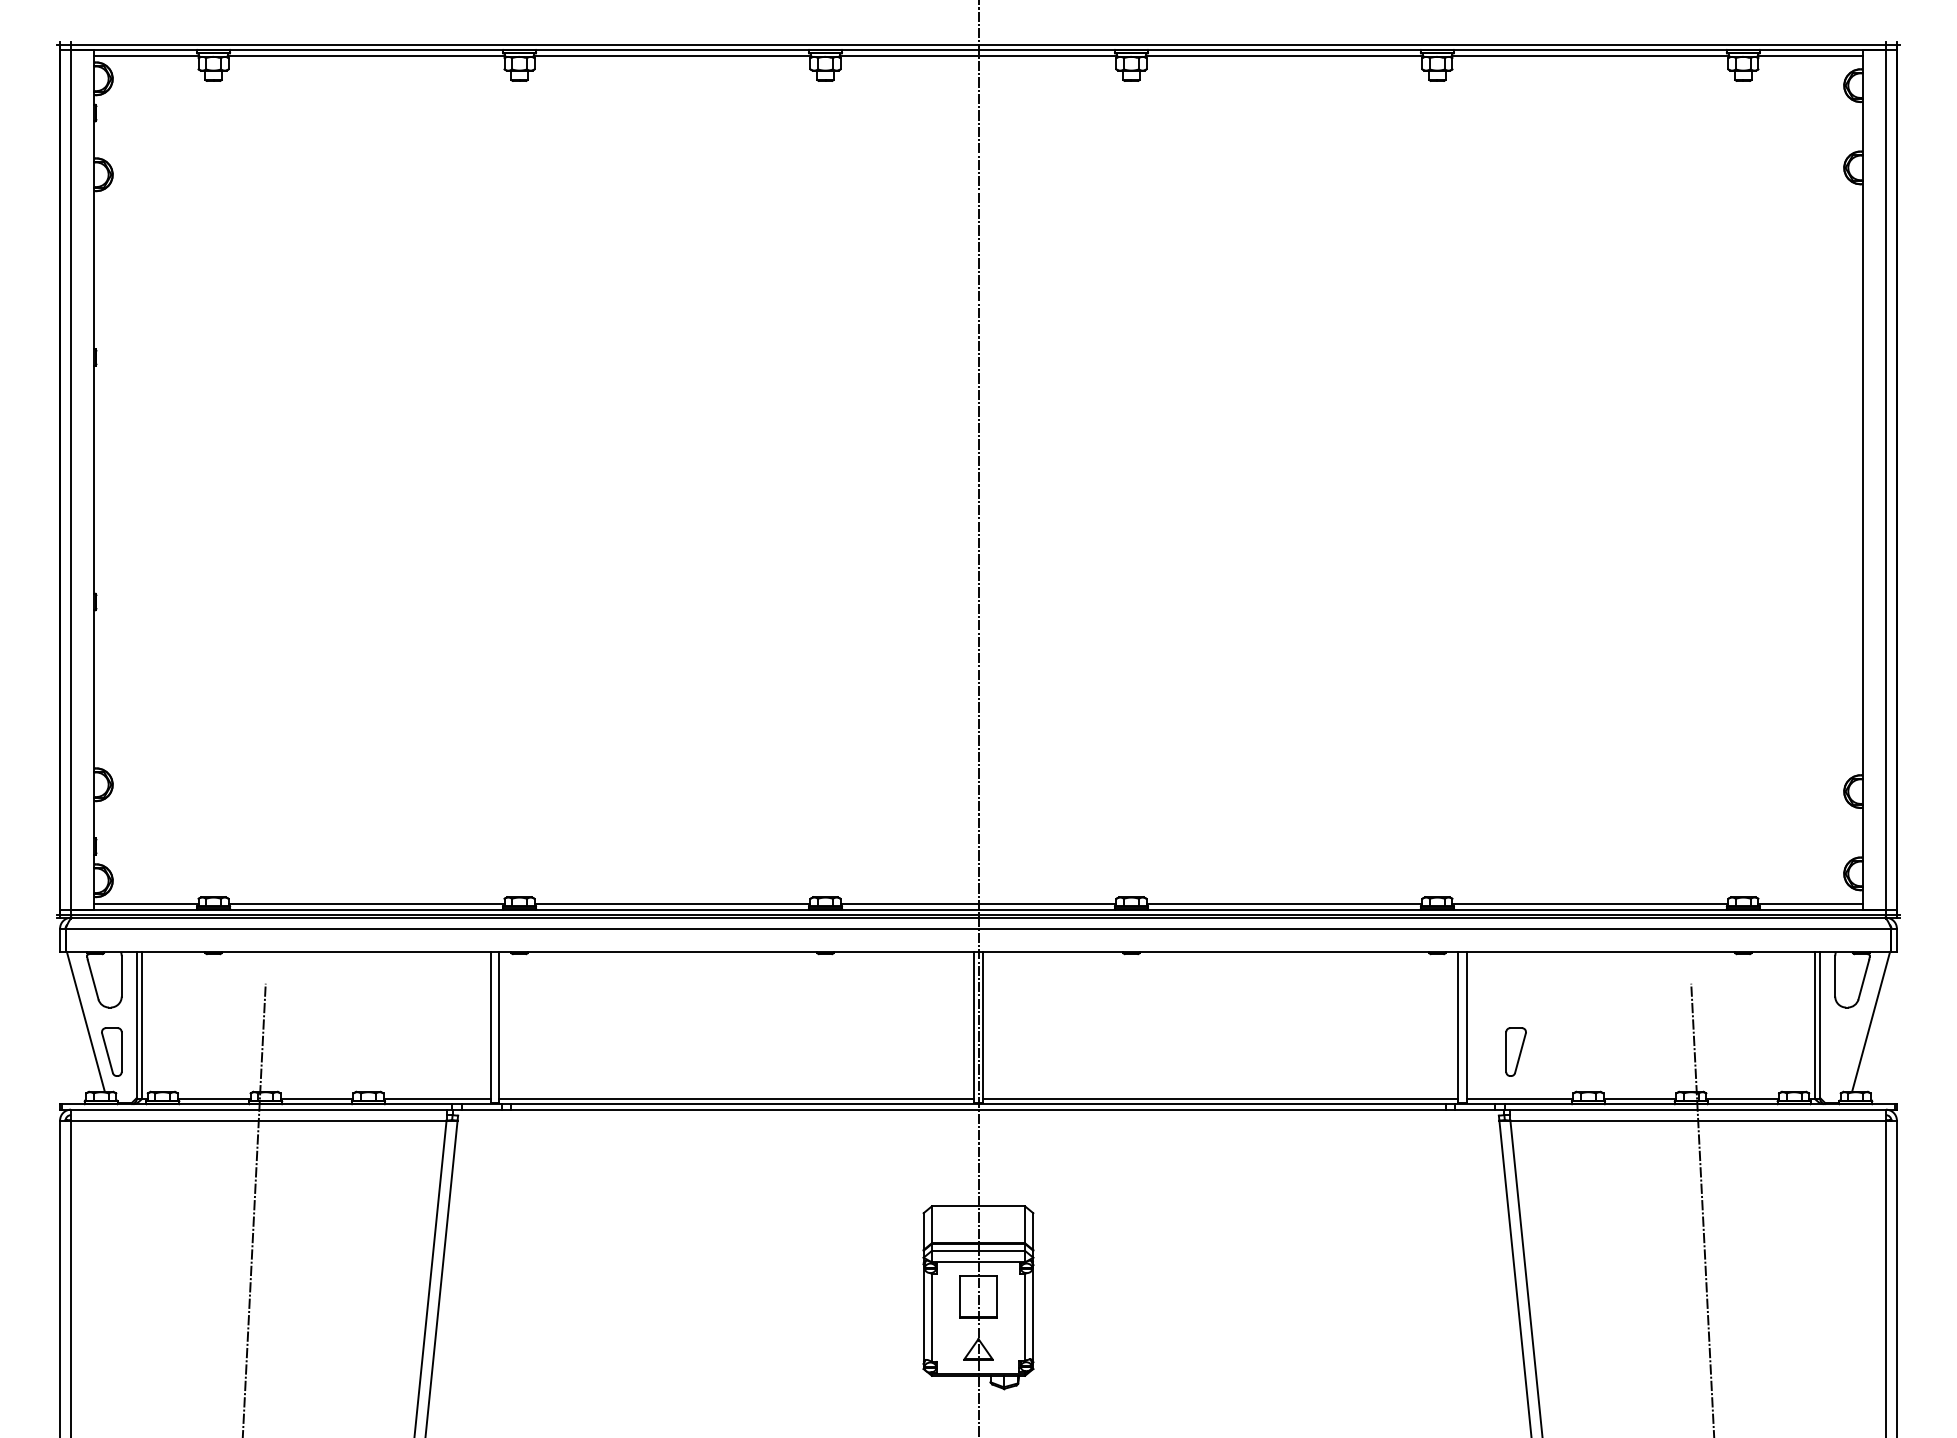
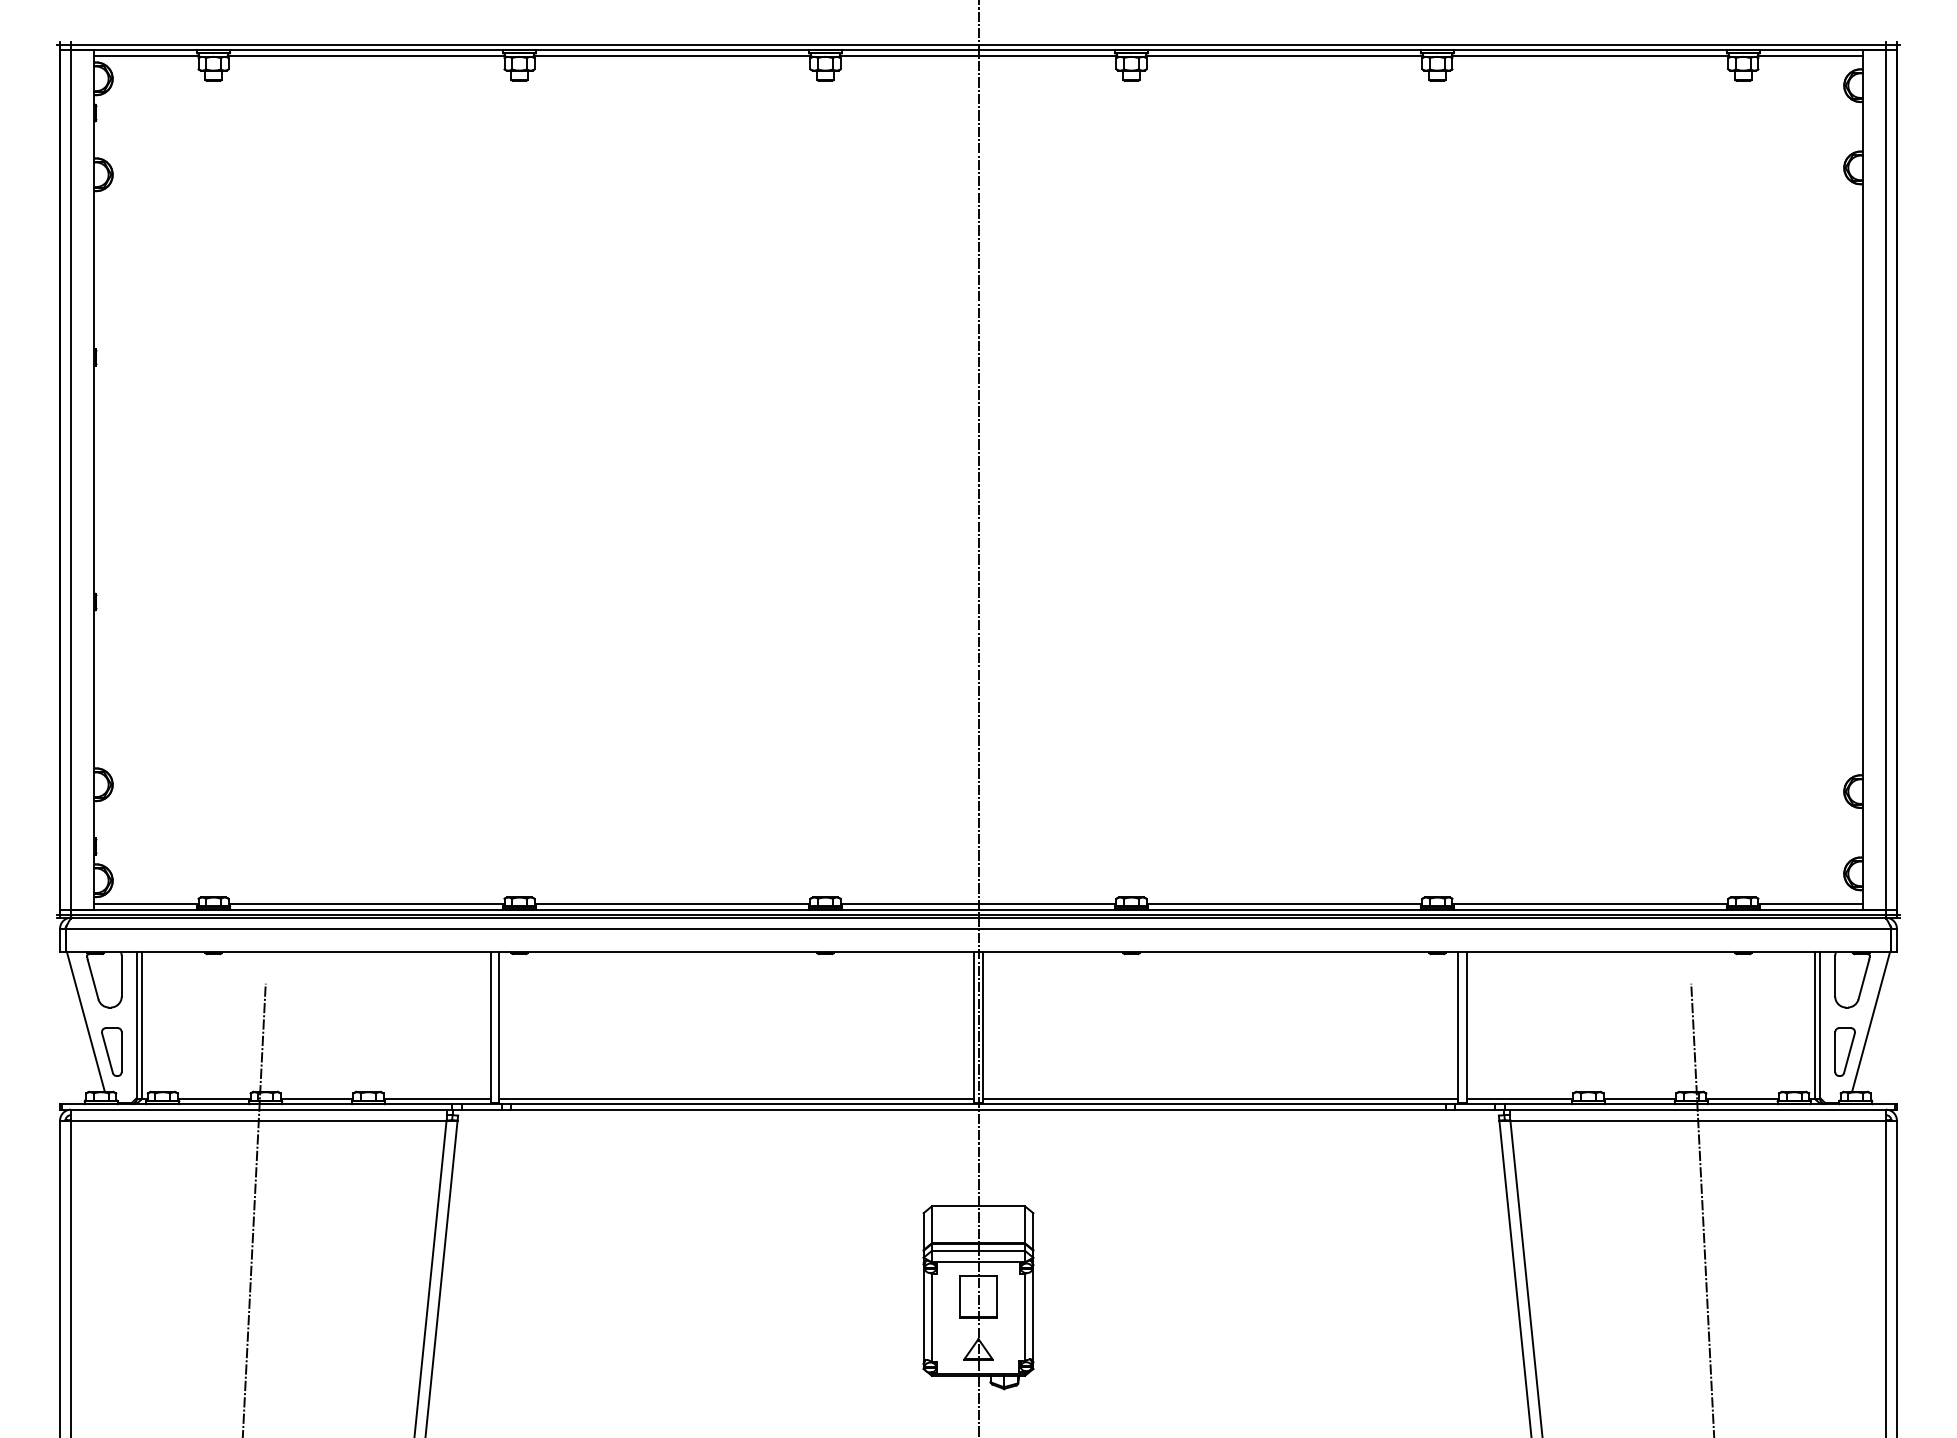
part at (1515, 1051) position: (1515, 1051) -> (1844, 1051)
